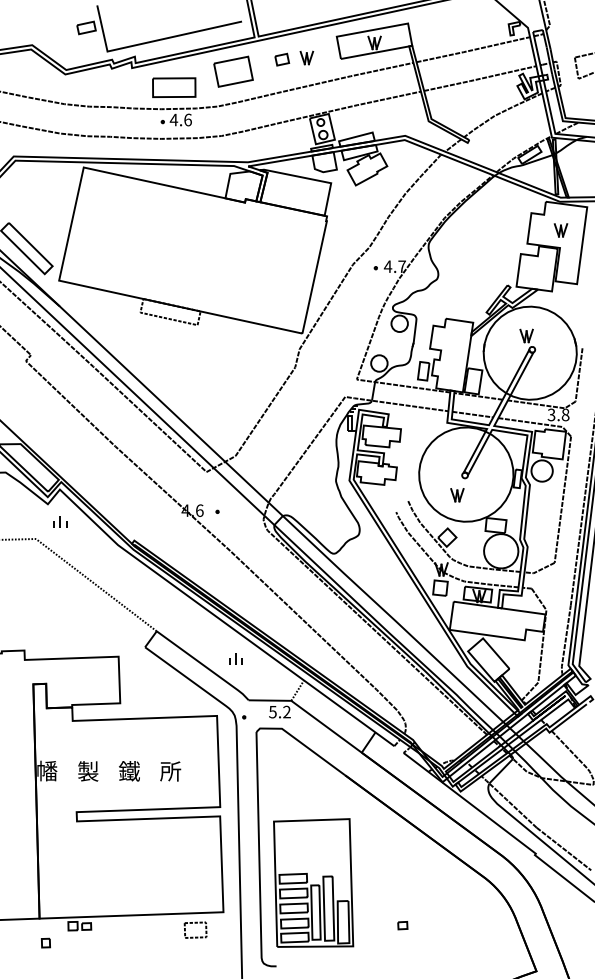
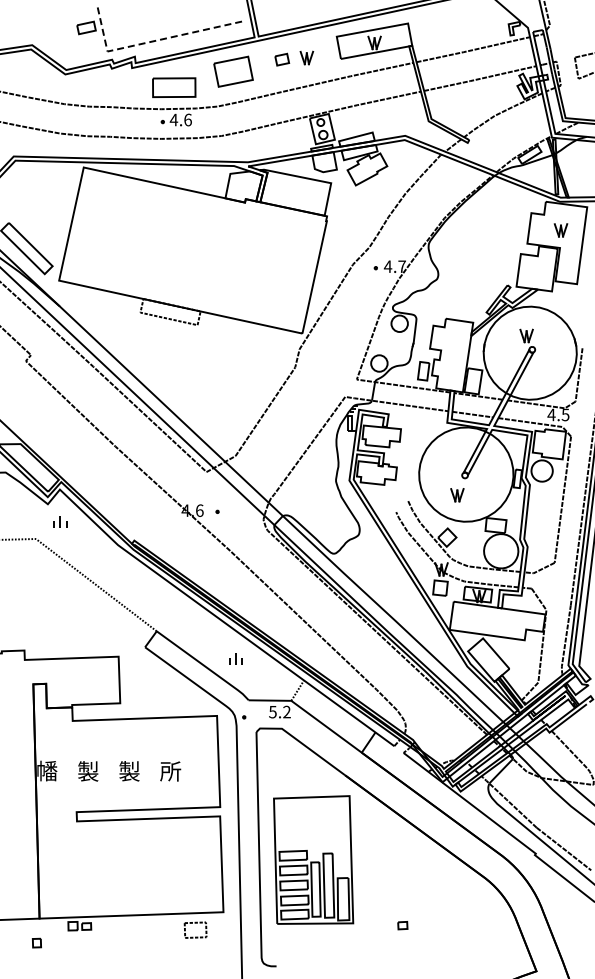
line at (150, 42): solid -> dashed
text at (558, 414): 3.8 -> 4.5
text at (128, 771): 鐵 -> 製
part at (313, 882) position: (313, 882) -> (313, 859)
part at (45, 942) position: (45, 942) -> (36, 942)
